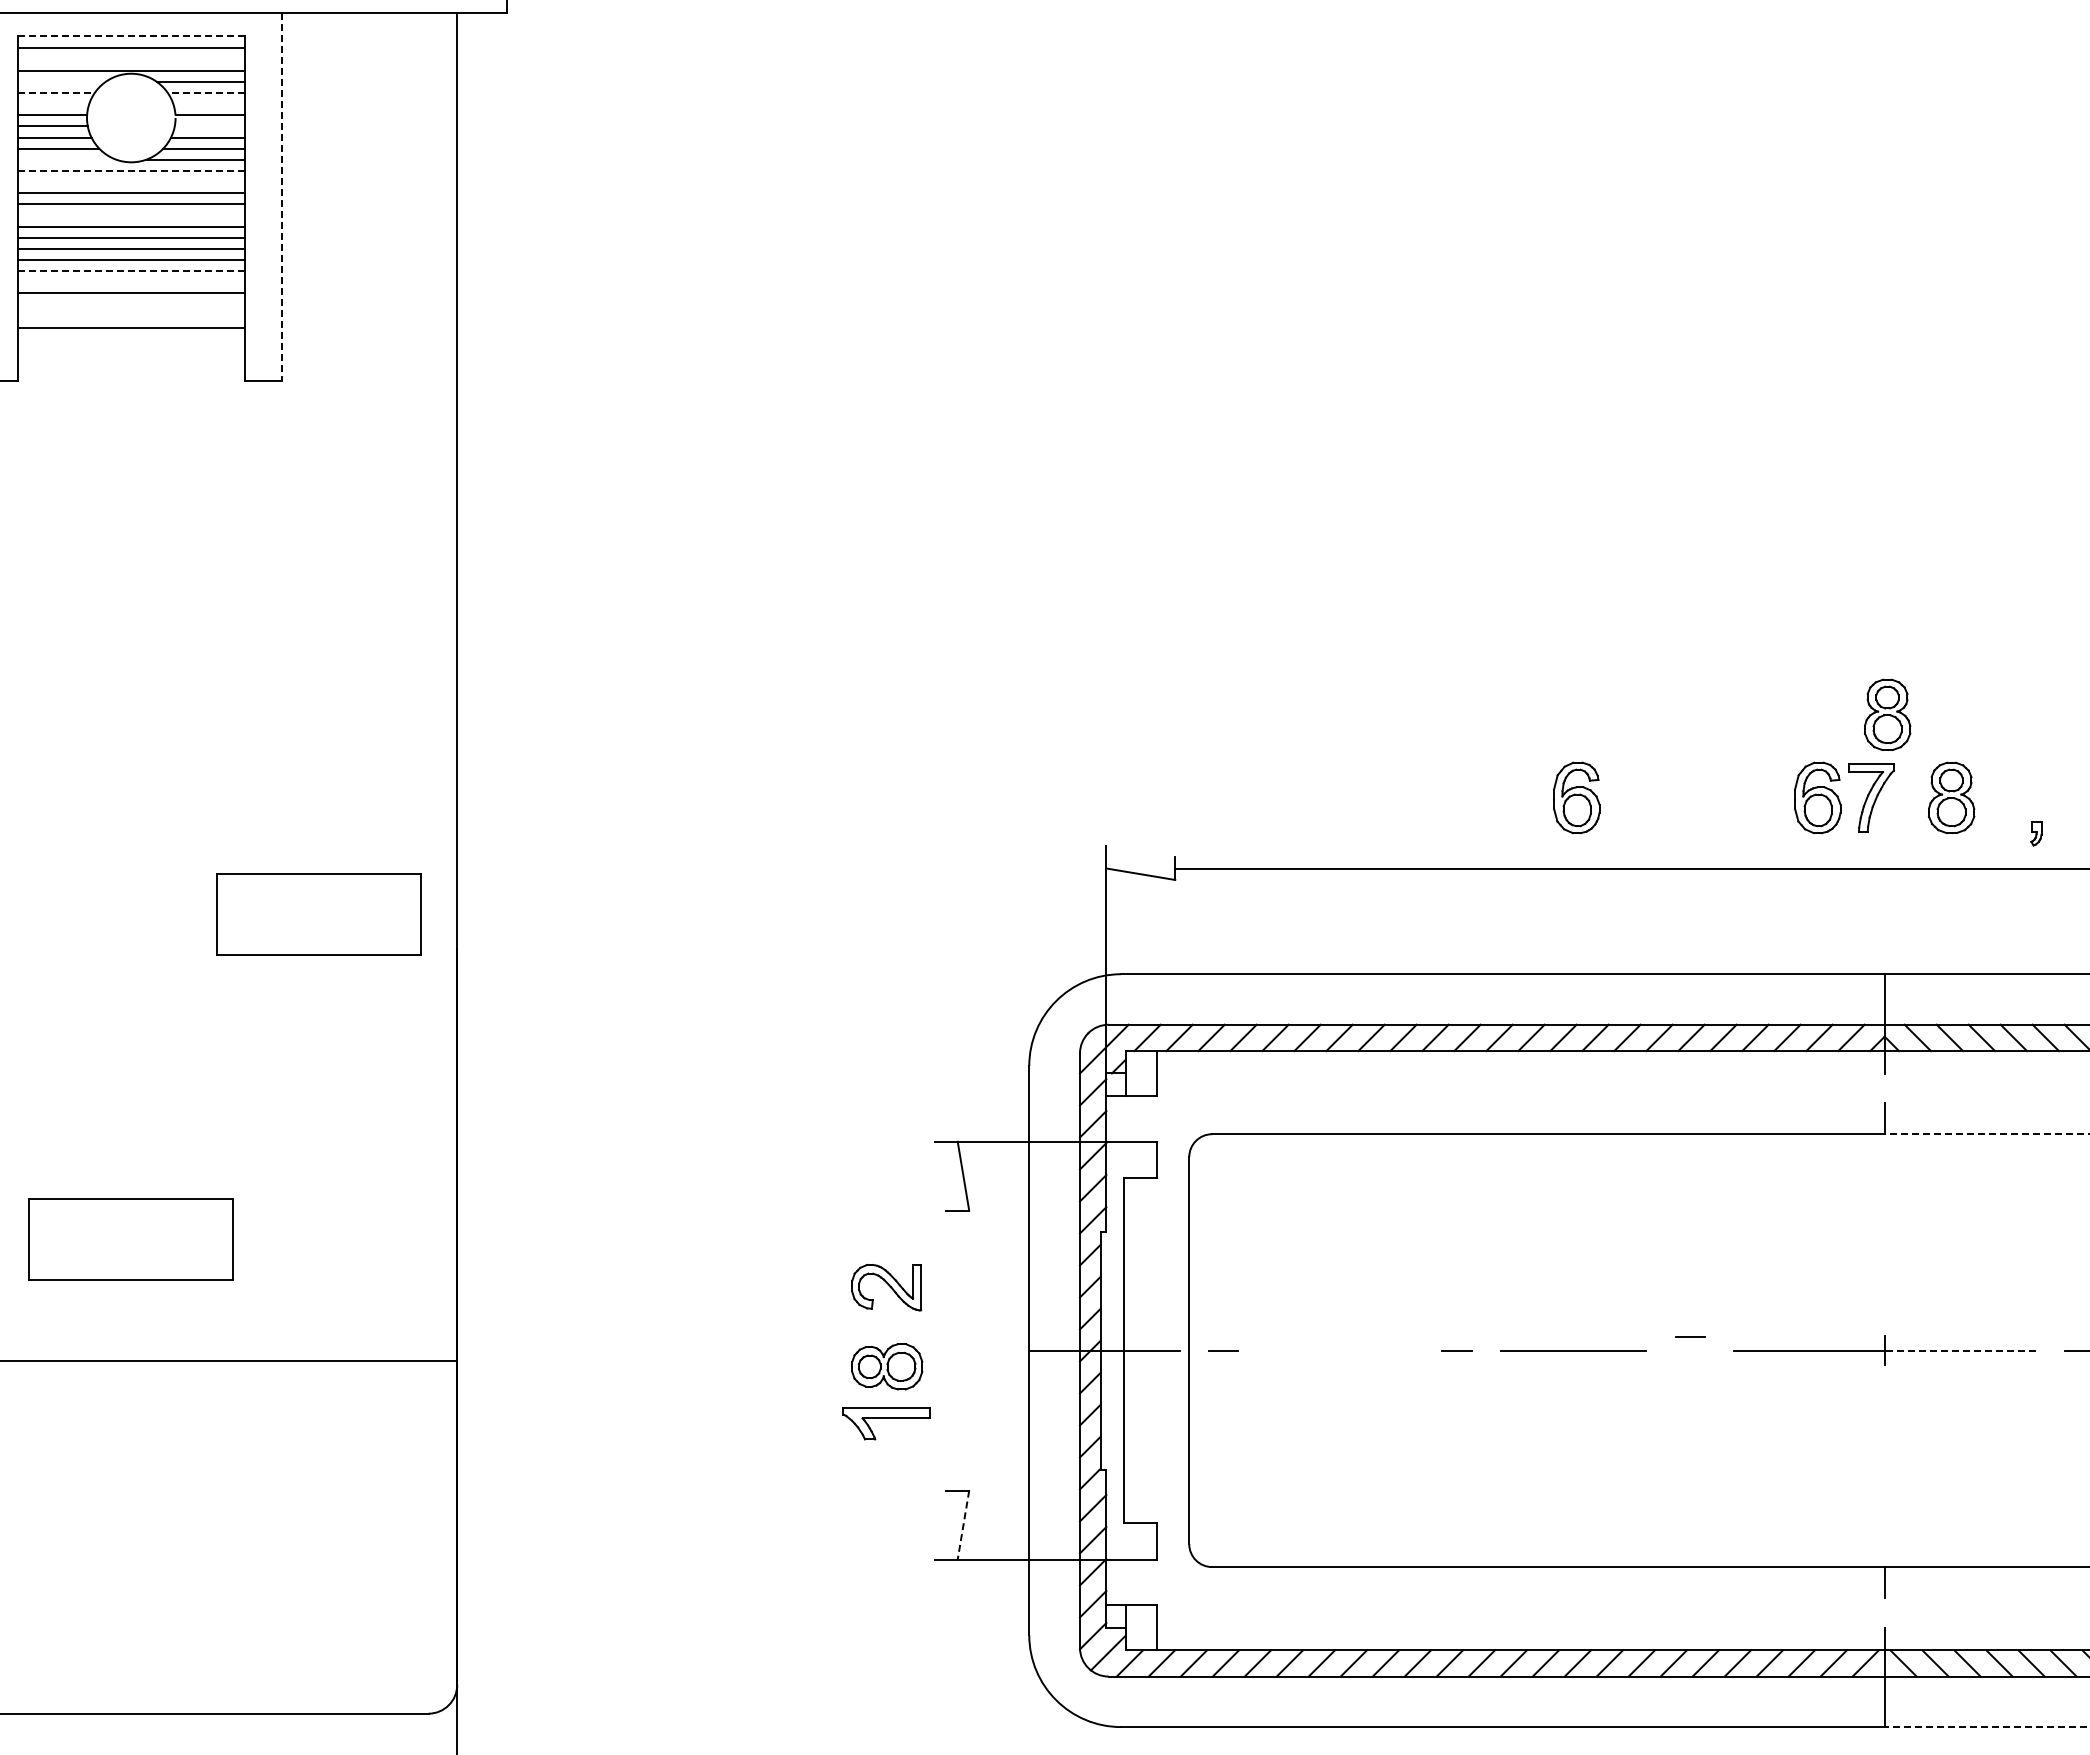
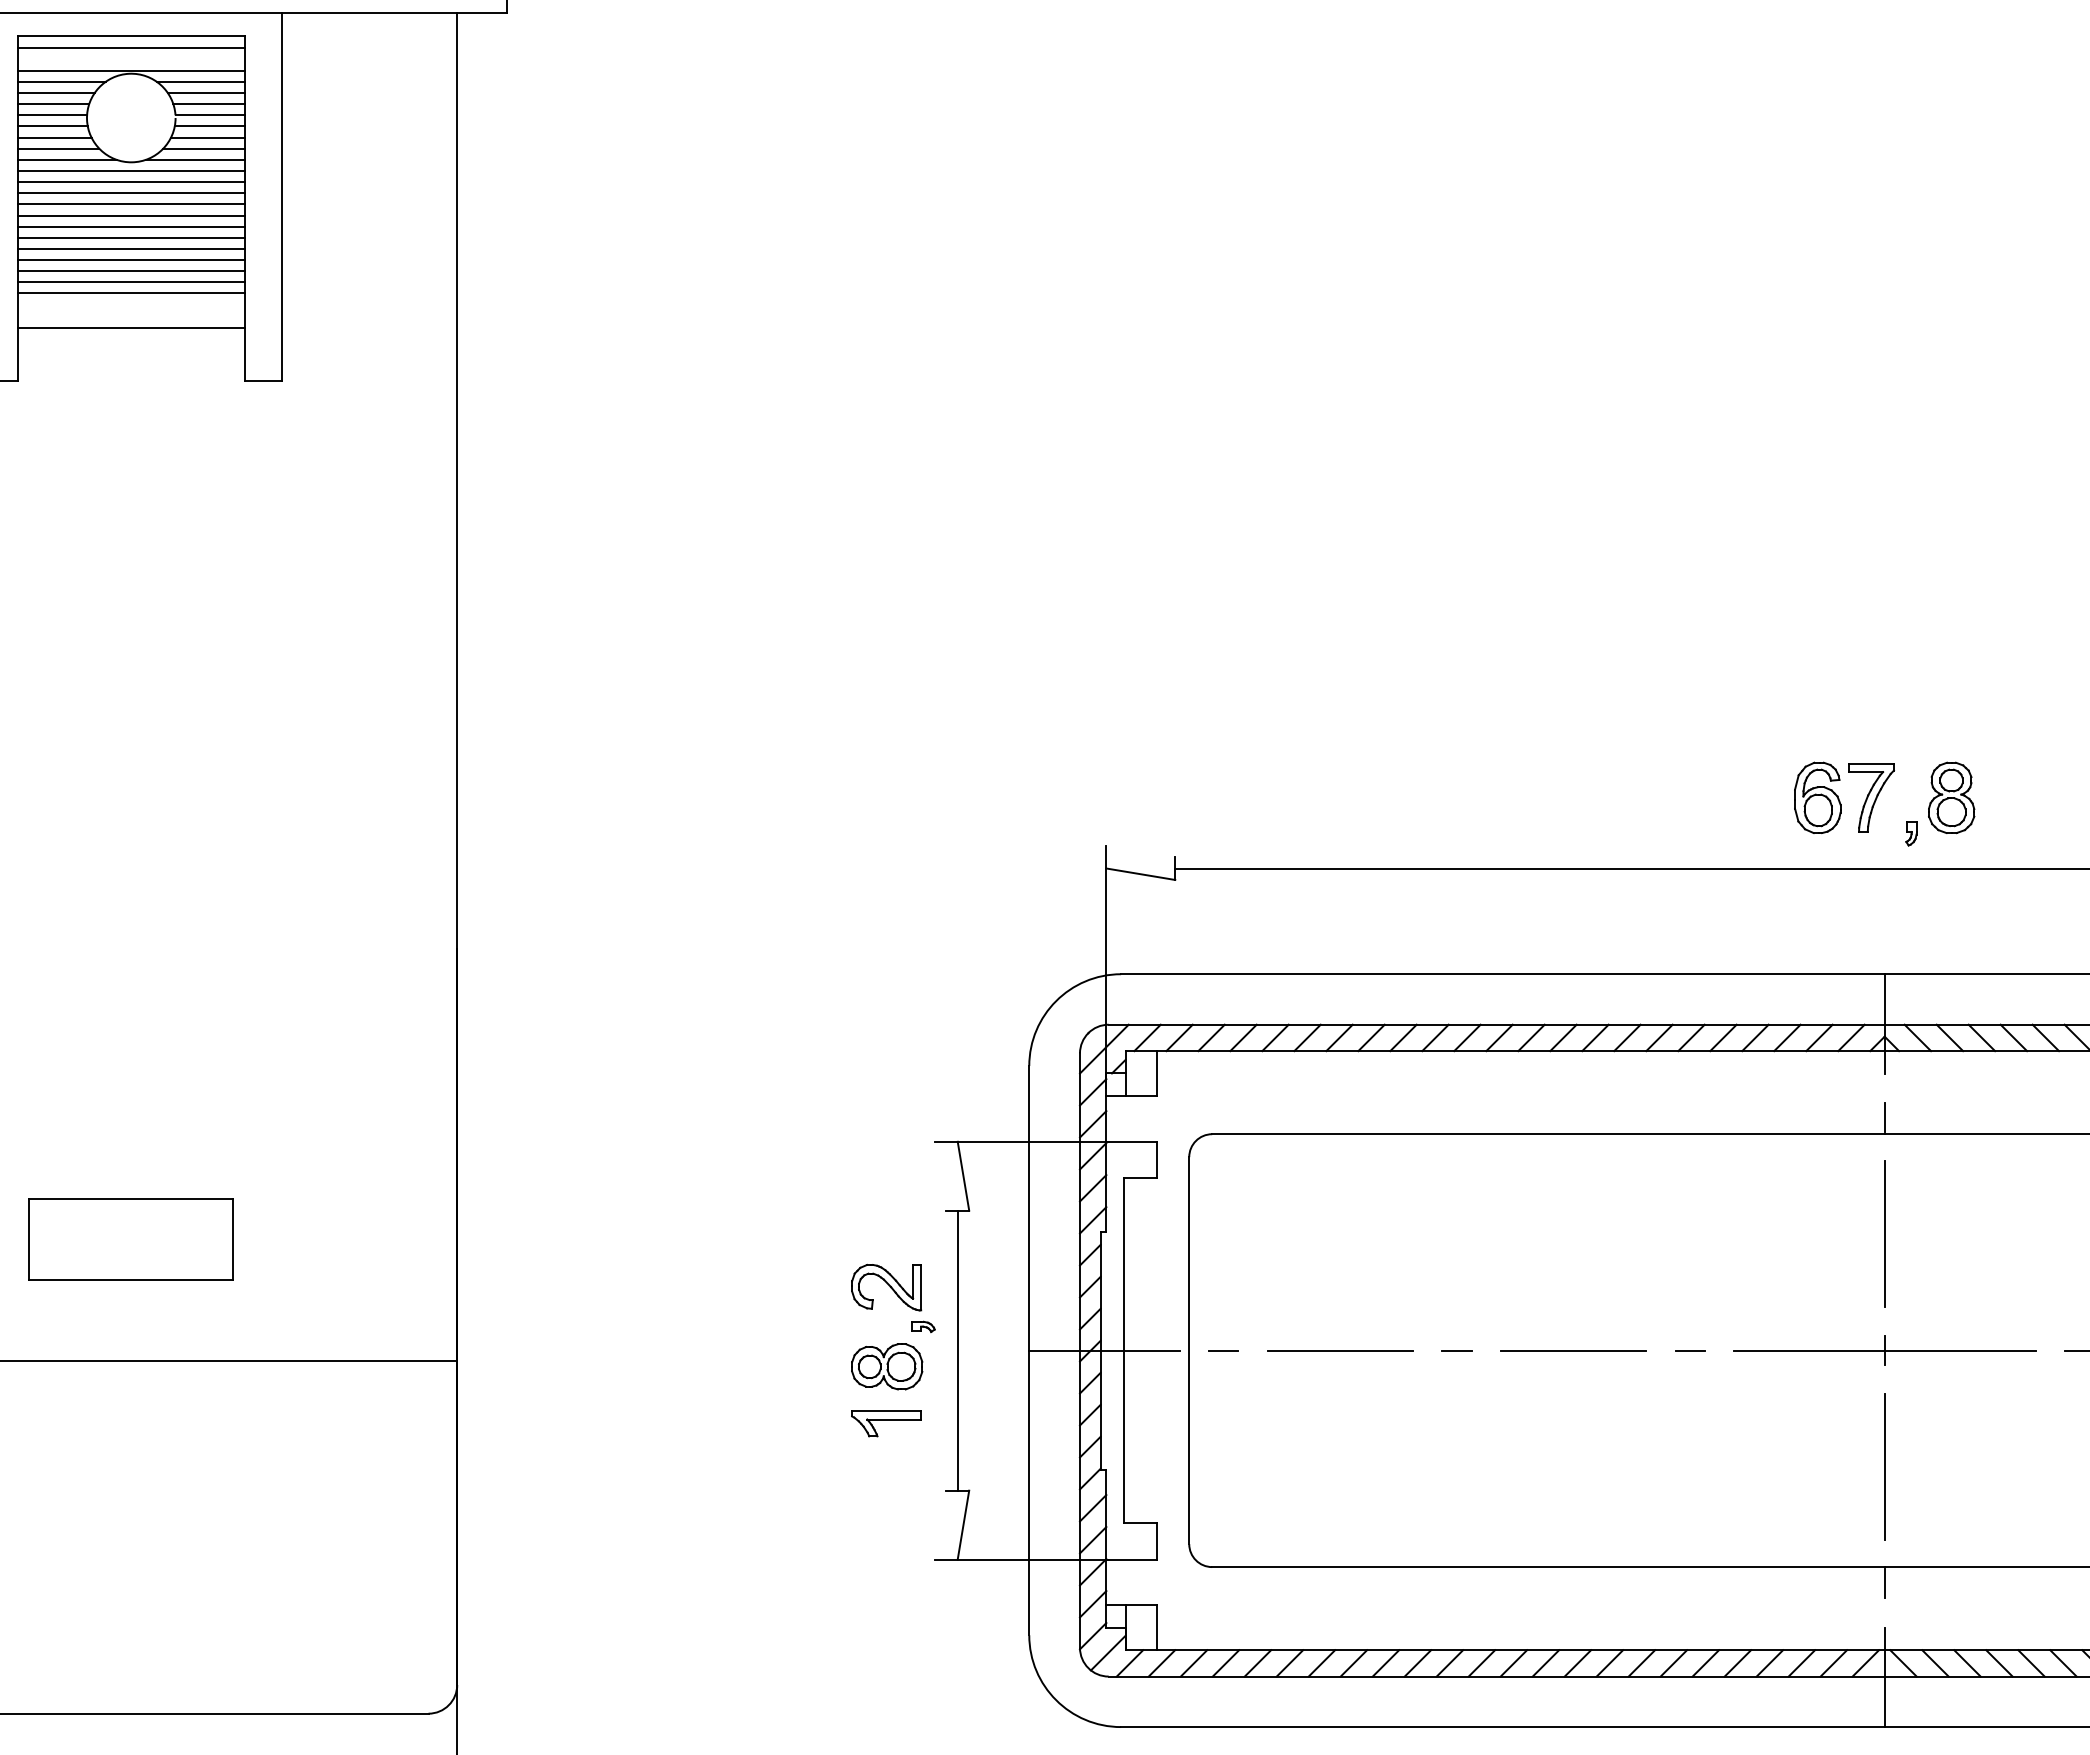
line at (131, 36): dashed -> solid
line at (61, 81): none -> present
line at (56, 93): dashed -> solid
line at (206, 93): dashed -> solid
line at (53, 104): none -> present
line at (208, 104): none -> present
line at (209, 126): none -> present
line at (66, 159): none -> present
line at (131, 170): dashed -> solid
line at (130, 182): none -> present
line at (281, 196): dashed -> solid
line at (130, 215): none -> present
line at (131, 271): dashed -> solid
line at (130, 282): none -> present
part at (1887, 714): present -> none
part at (1576, 797): present -> none
part at (2036, 833) position: (2036, 833) -> (1911, 833)
part at (318, 914): present -> none
line at (1986, 1134): dashed -> solid
line at (1884, 1233): none -> present
part at (923, 1326): none -> present
line at (1690, 1336) position: (1690, 1336) -> (1690, 1350)
line at (957, 1350): none -> present
line at (1340, 1350): none -> present
line at (1959, 1350): dashed -> solid
part at (886, 1423) size: 89x34 px -> 71x28 px
line at (1884, 1466): none -> present
line at (963, 1525): dashed -> solid
line at (1986, 1727): dashed -> solid
